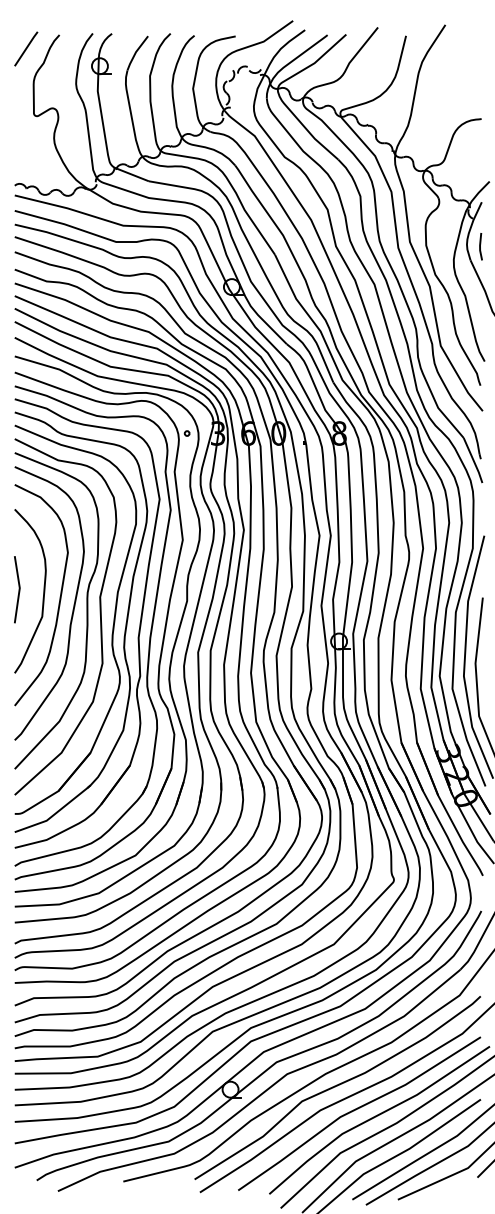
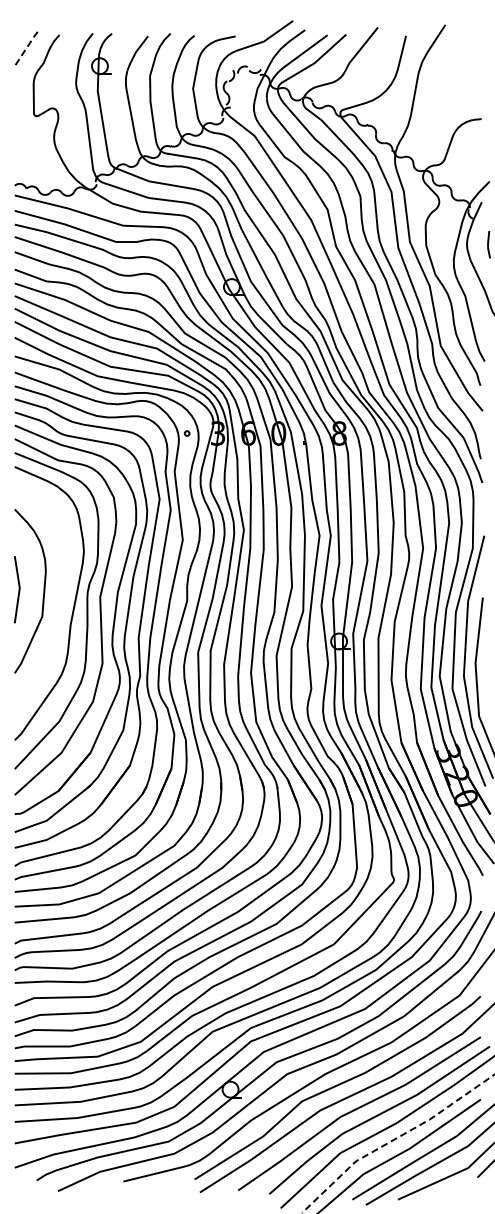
line at (26, 48): solid -> dashed
line at (480, 246) position: (480, 246) -> (488, 244)
curve at (59, 596): present -> none
line at (395, 1139): solid -> dashed
